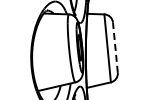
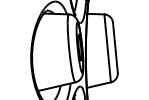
line at (115, 47): dashed -> solid
